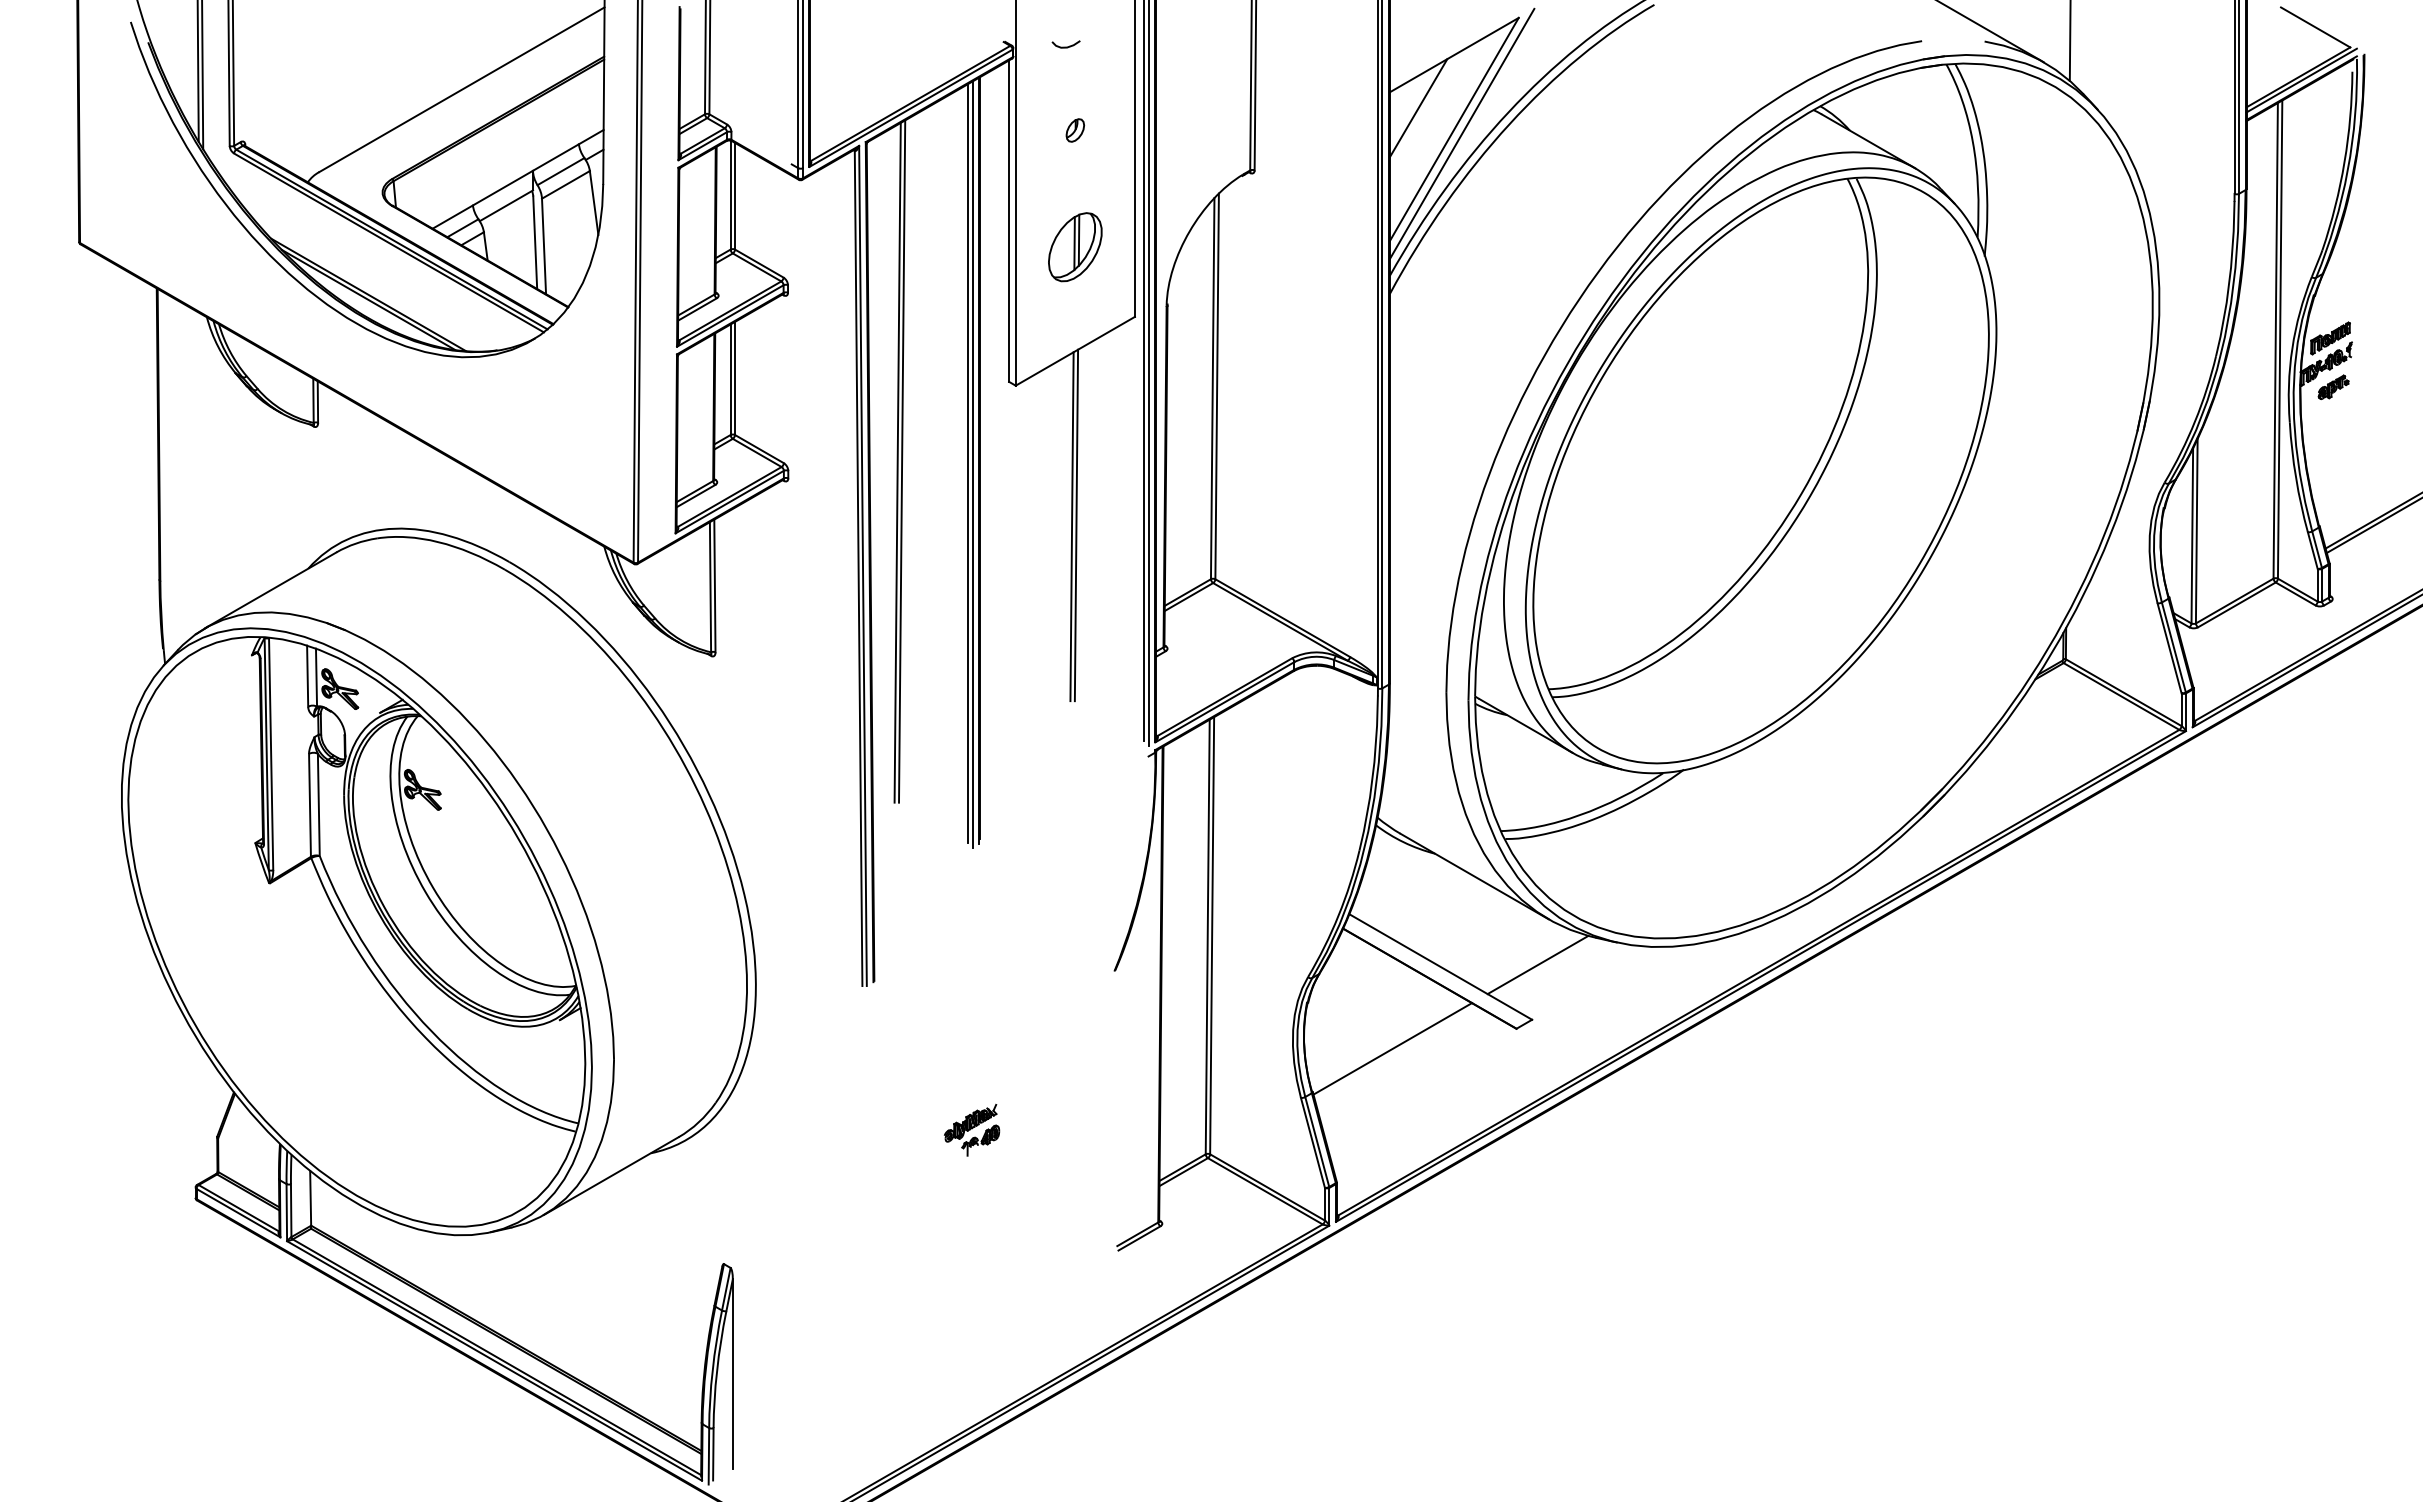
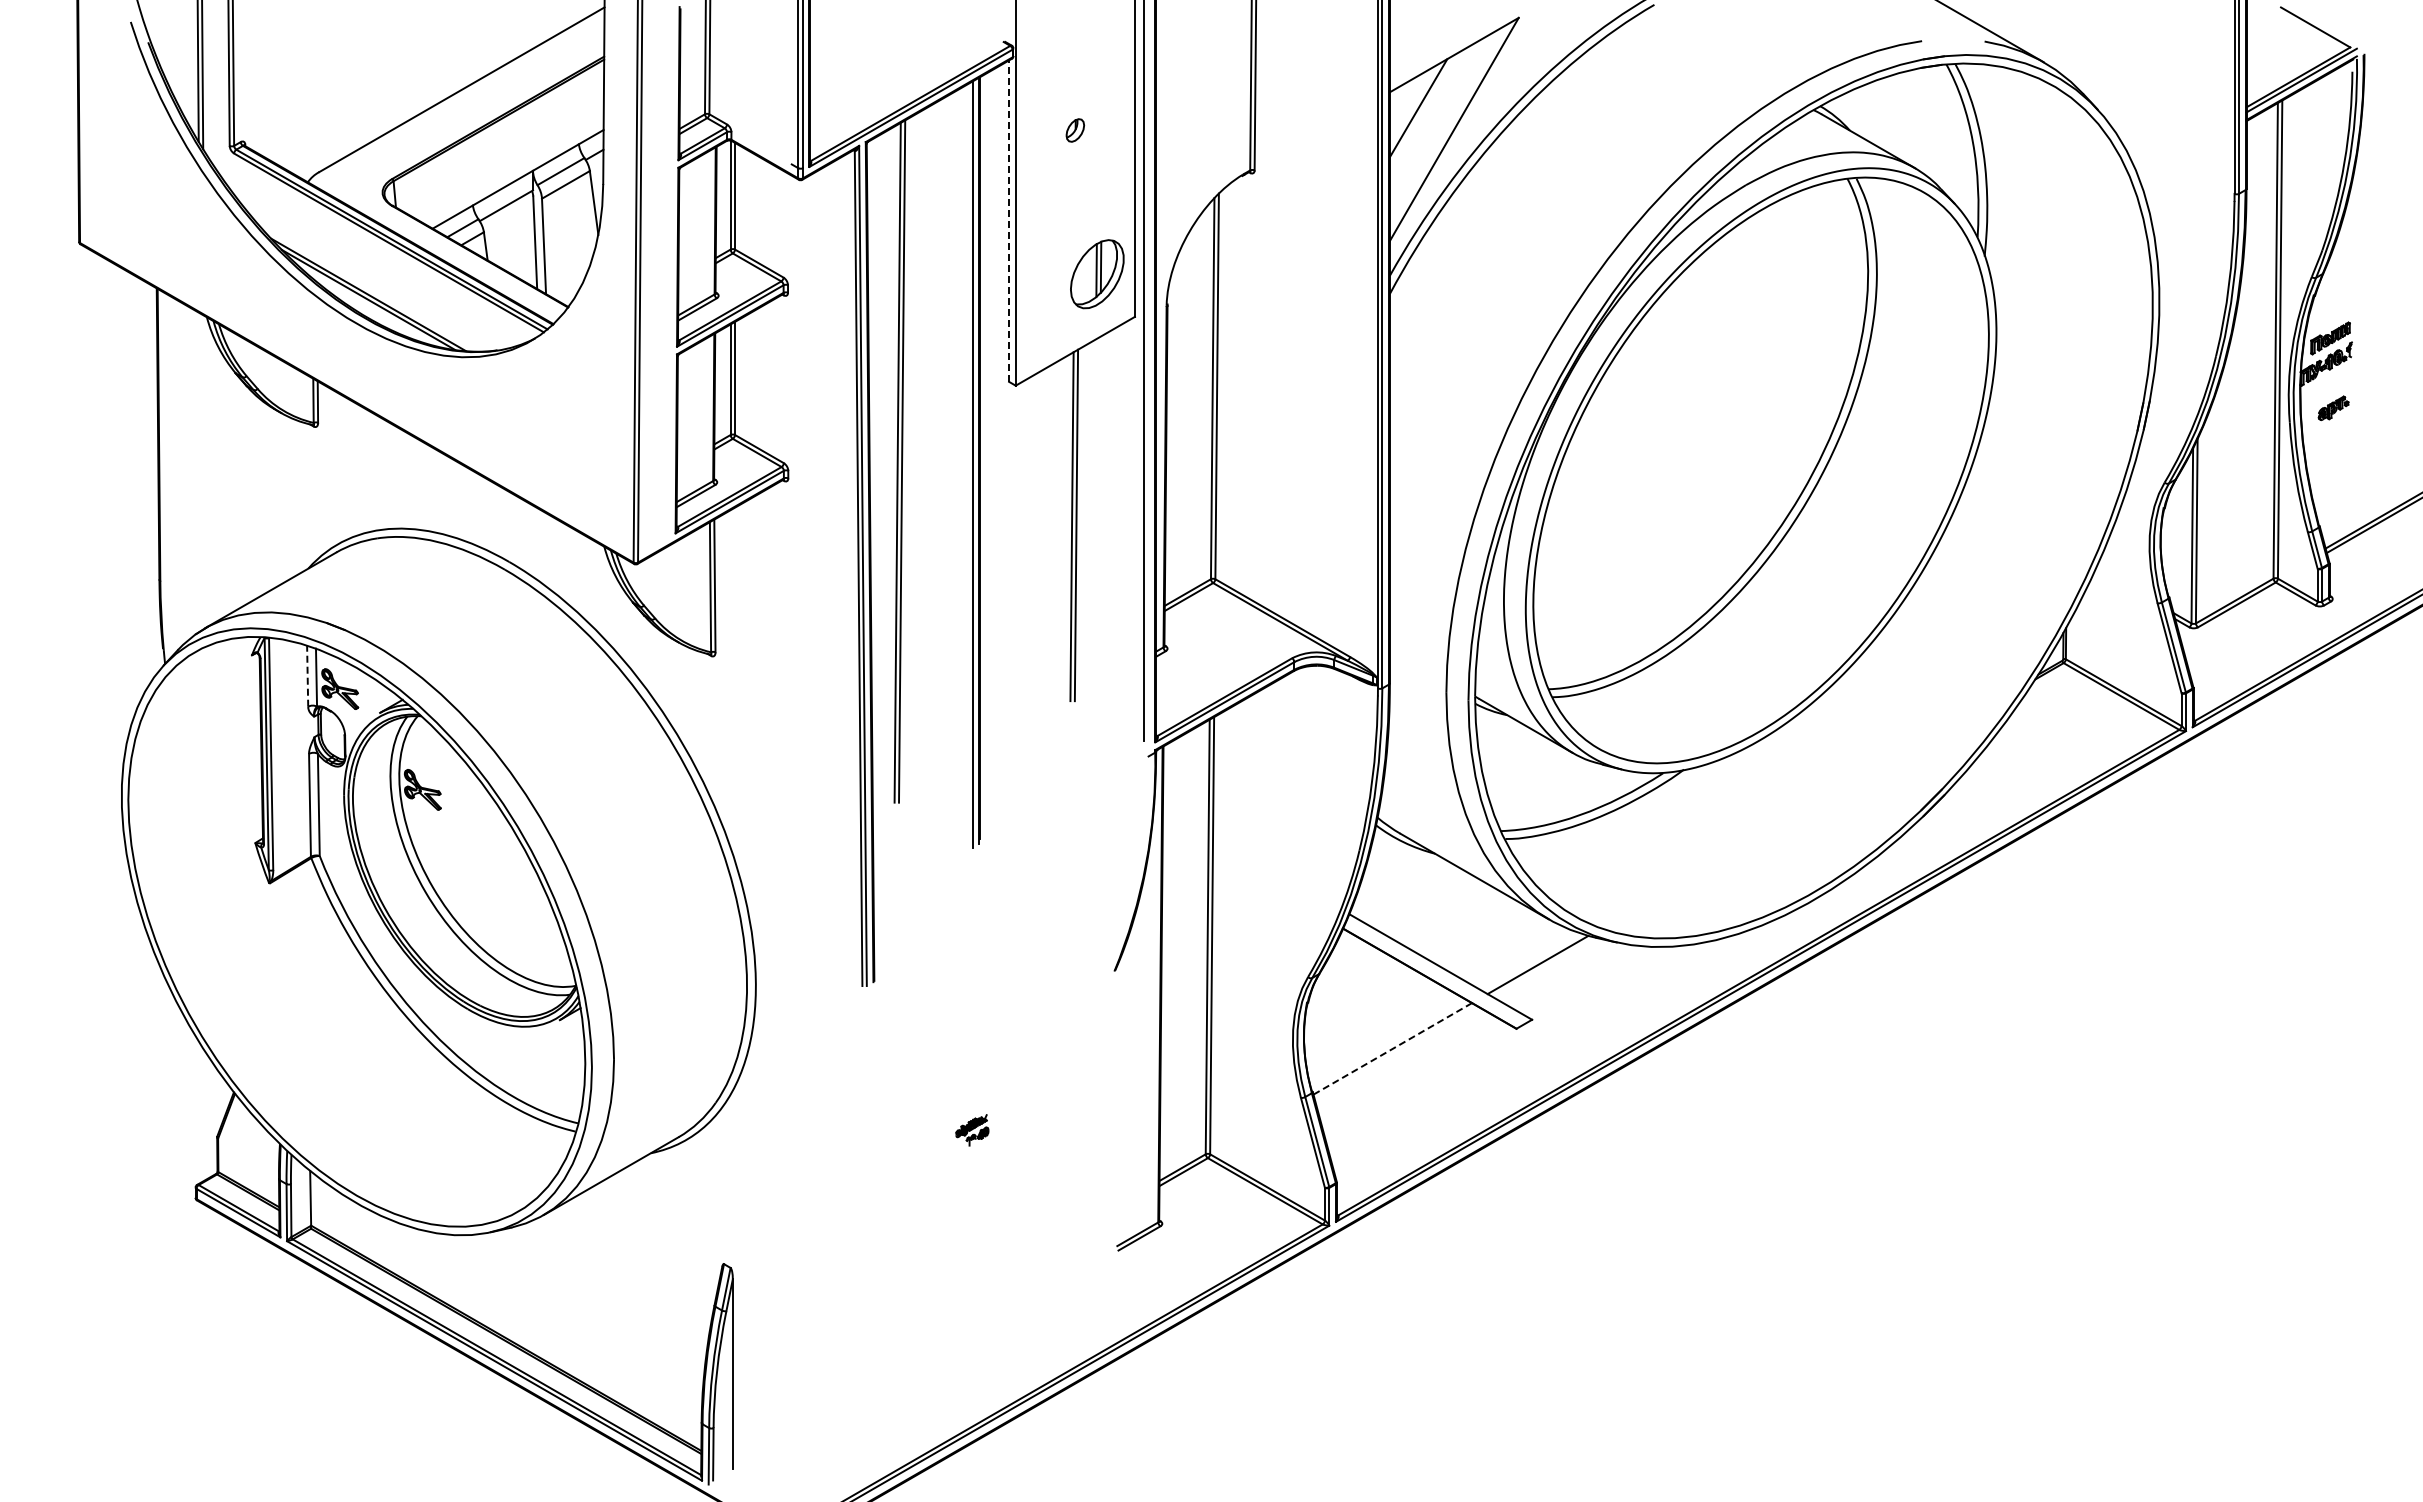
line at (2069, 41): present -> none
curve at (1065, 46): present -> none
line at (1461, 133): present -> none
line at (1009, 221): solid -> dashed
part at (1075, 247) position: (1075, 247) -> (1097, 274)
line at (1148, 374): present -> none
part at (2333, 387) position: (2333, 387) -> (2333, 408)
line at (968, 462): present -> none
line at (307, 676): solid -> dashed
line at (1392, 1048): solid -> dashed
part at (972, 1130) size: 57x53 px -> 35x33 px
